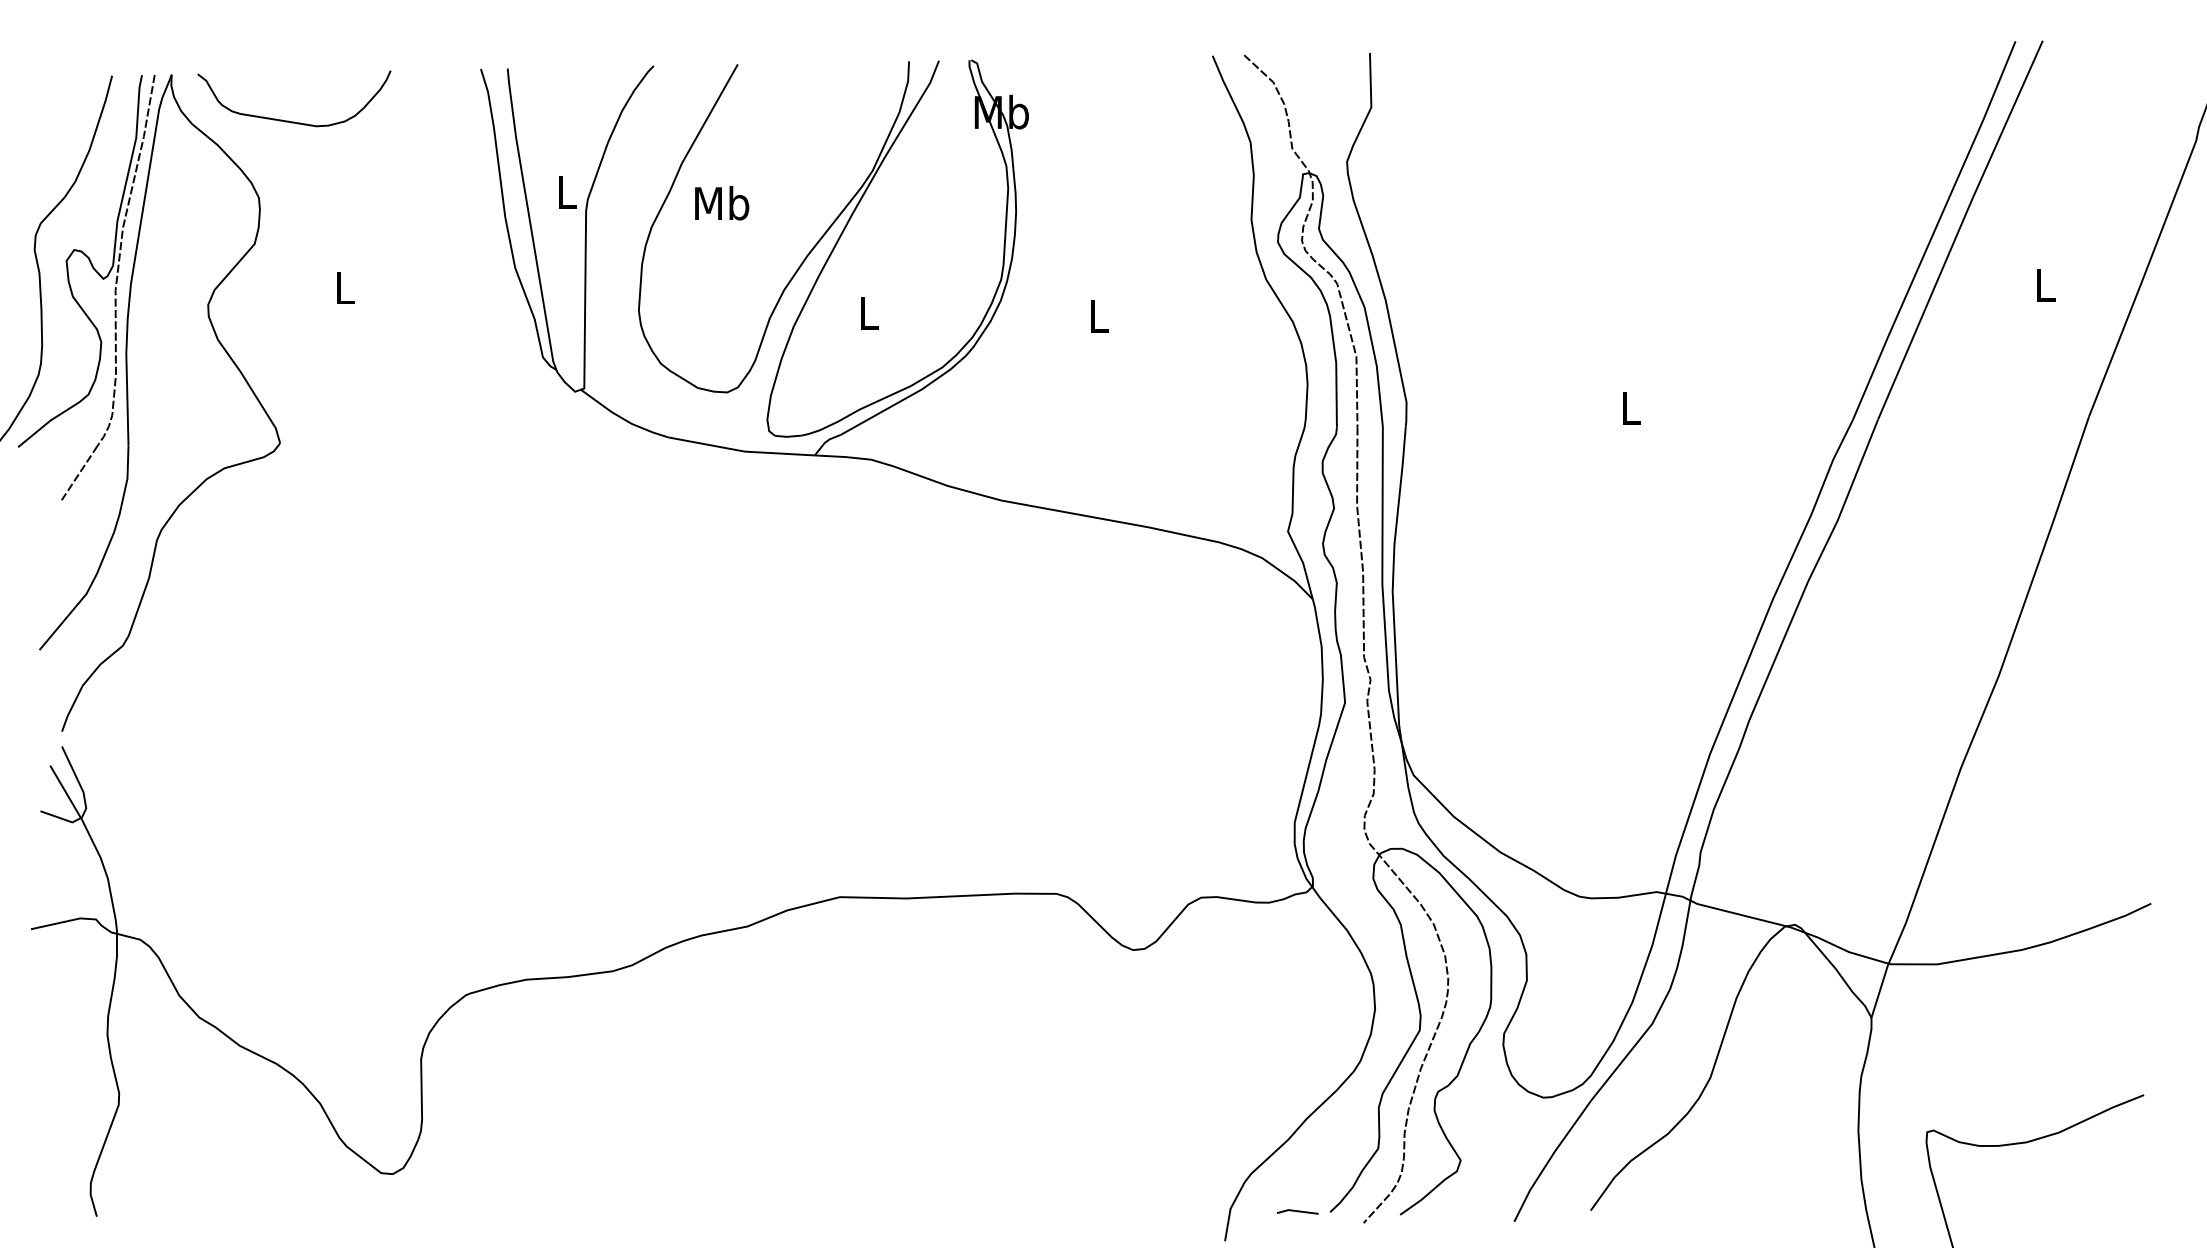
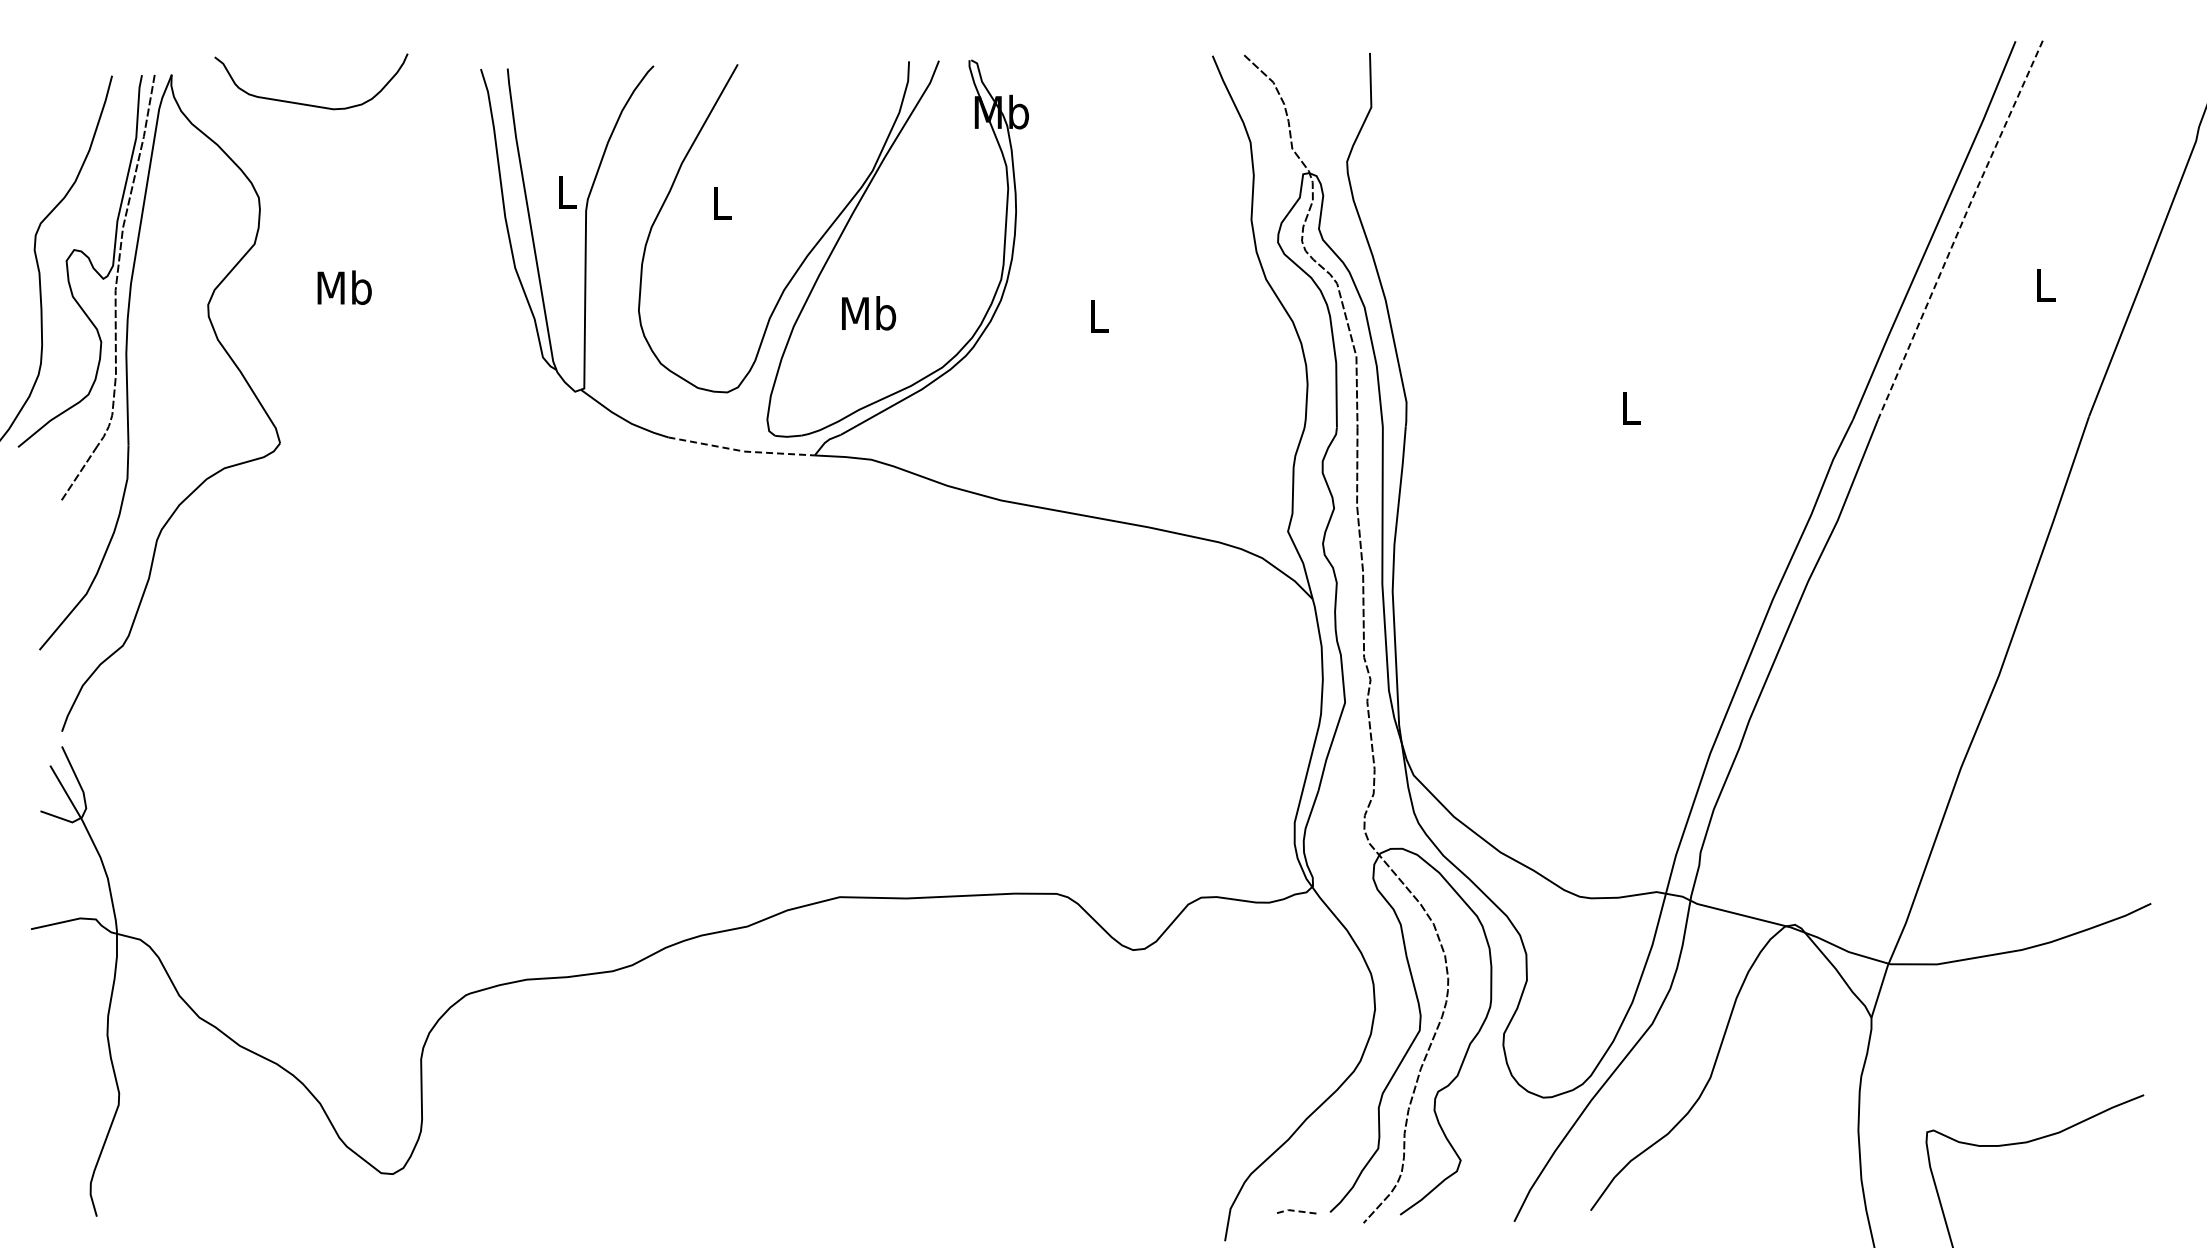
curve at (288, 120) position: (288, 120) -> (305, 103)
text at (722, 203): Mb -> L
line at (1959, 229): solid -> dashed
text at (344, 287): L -> Mb
text at (869, 313): L -> Mb
line at (741, 451): solid -> dashed
line at (1297, 1211): solid -> dashed
